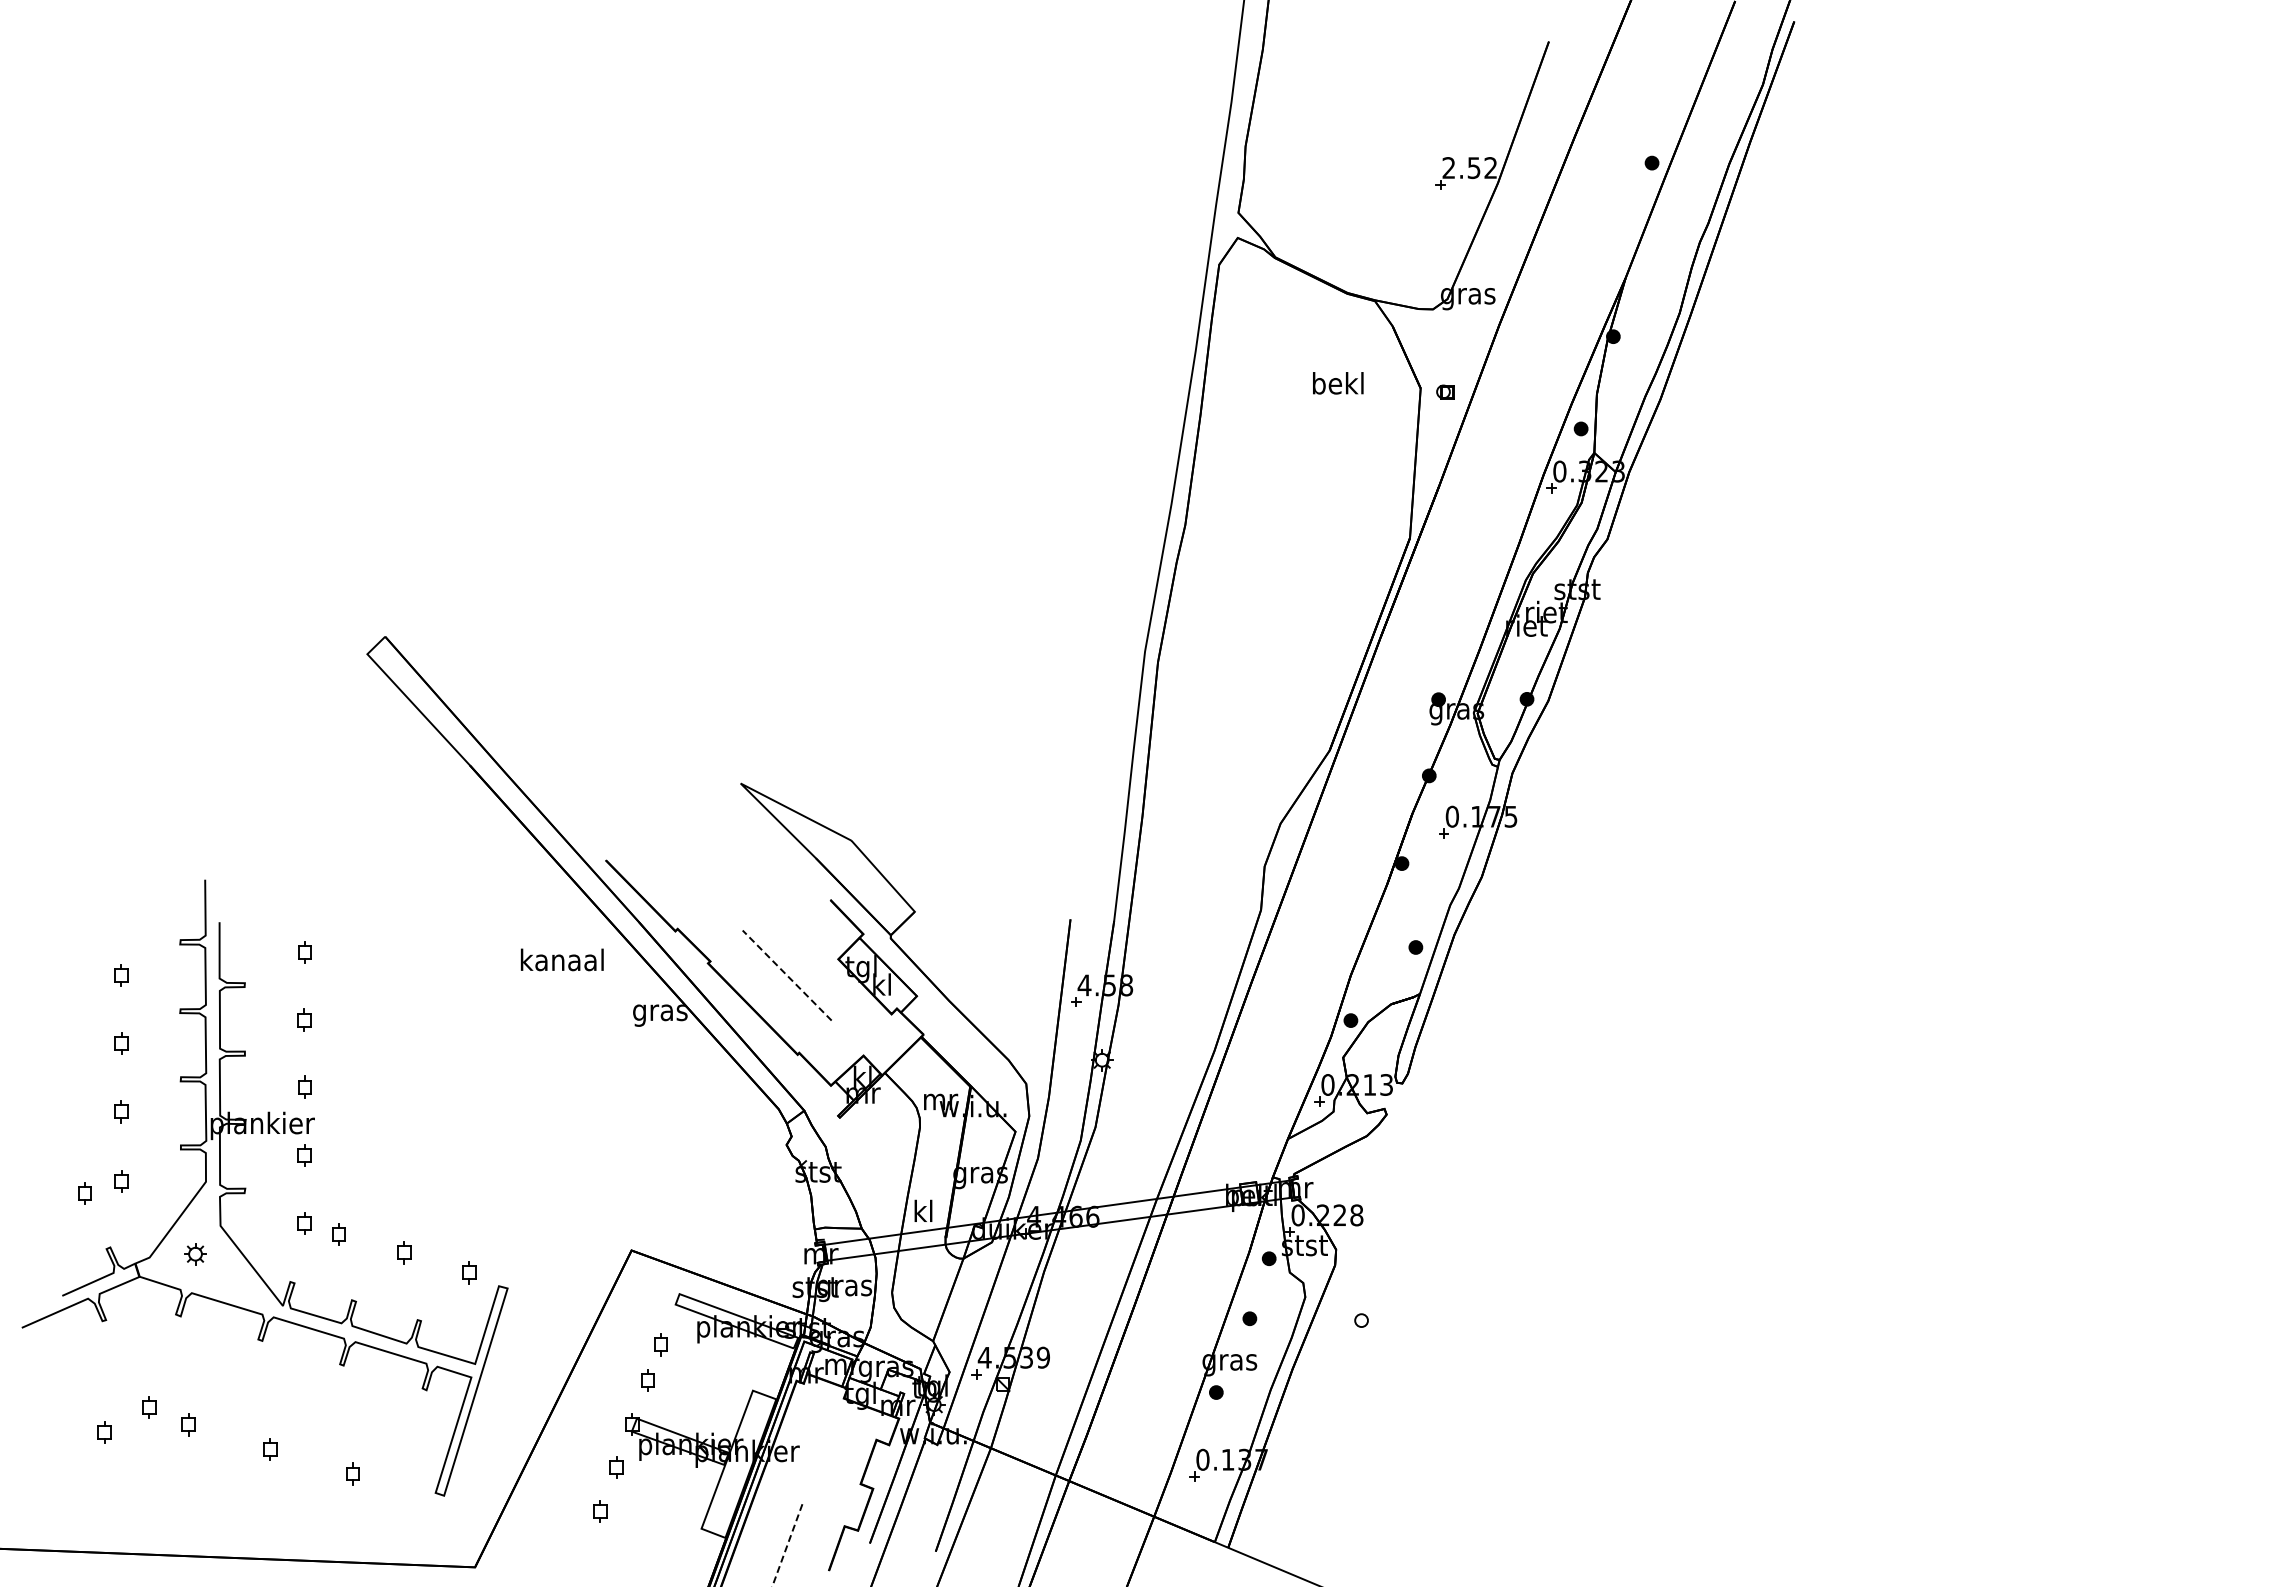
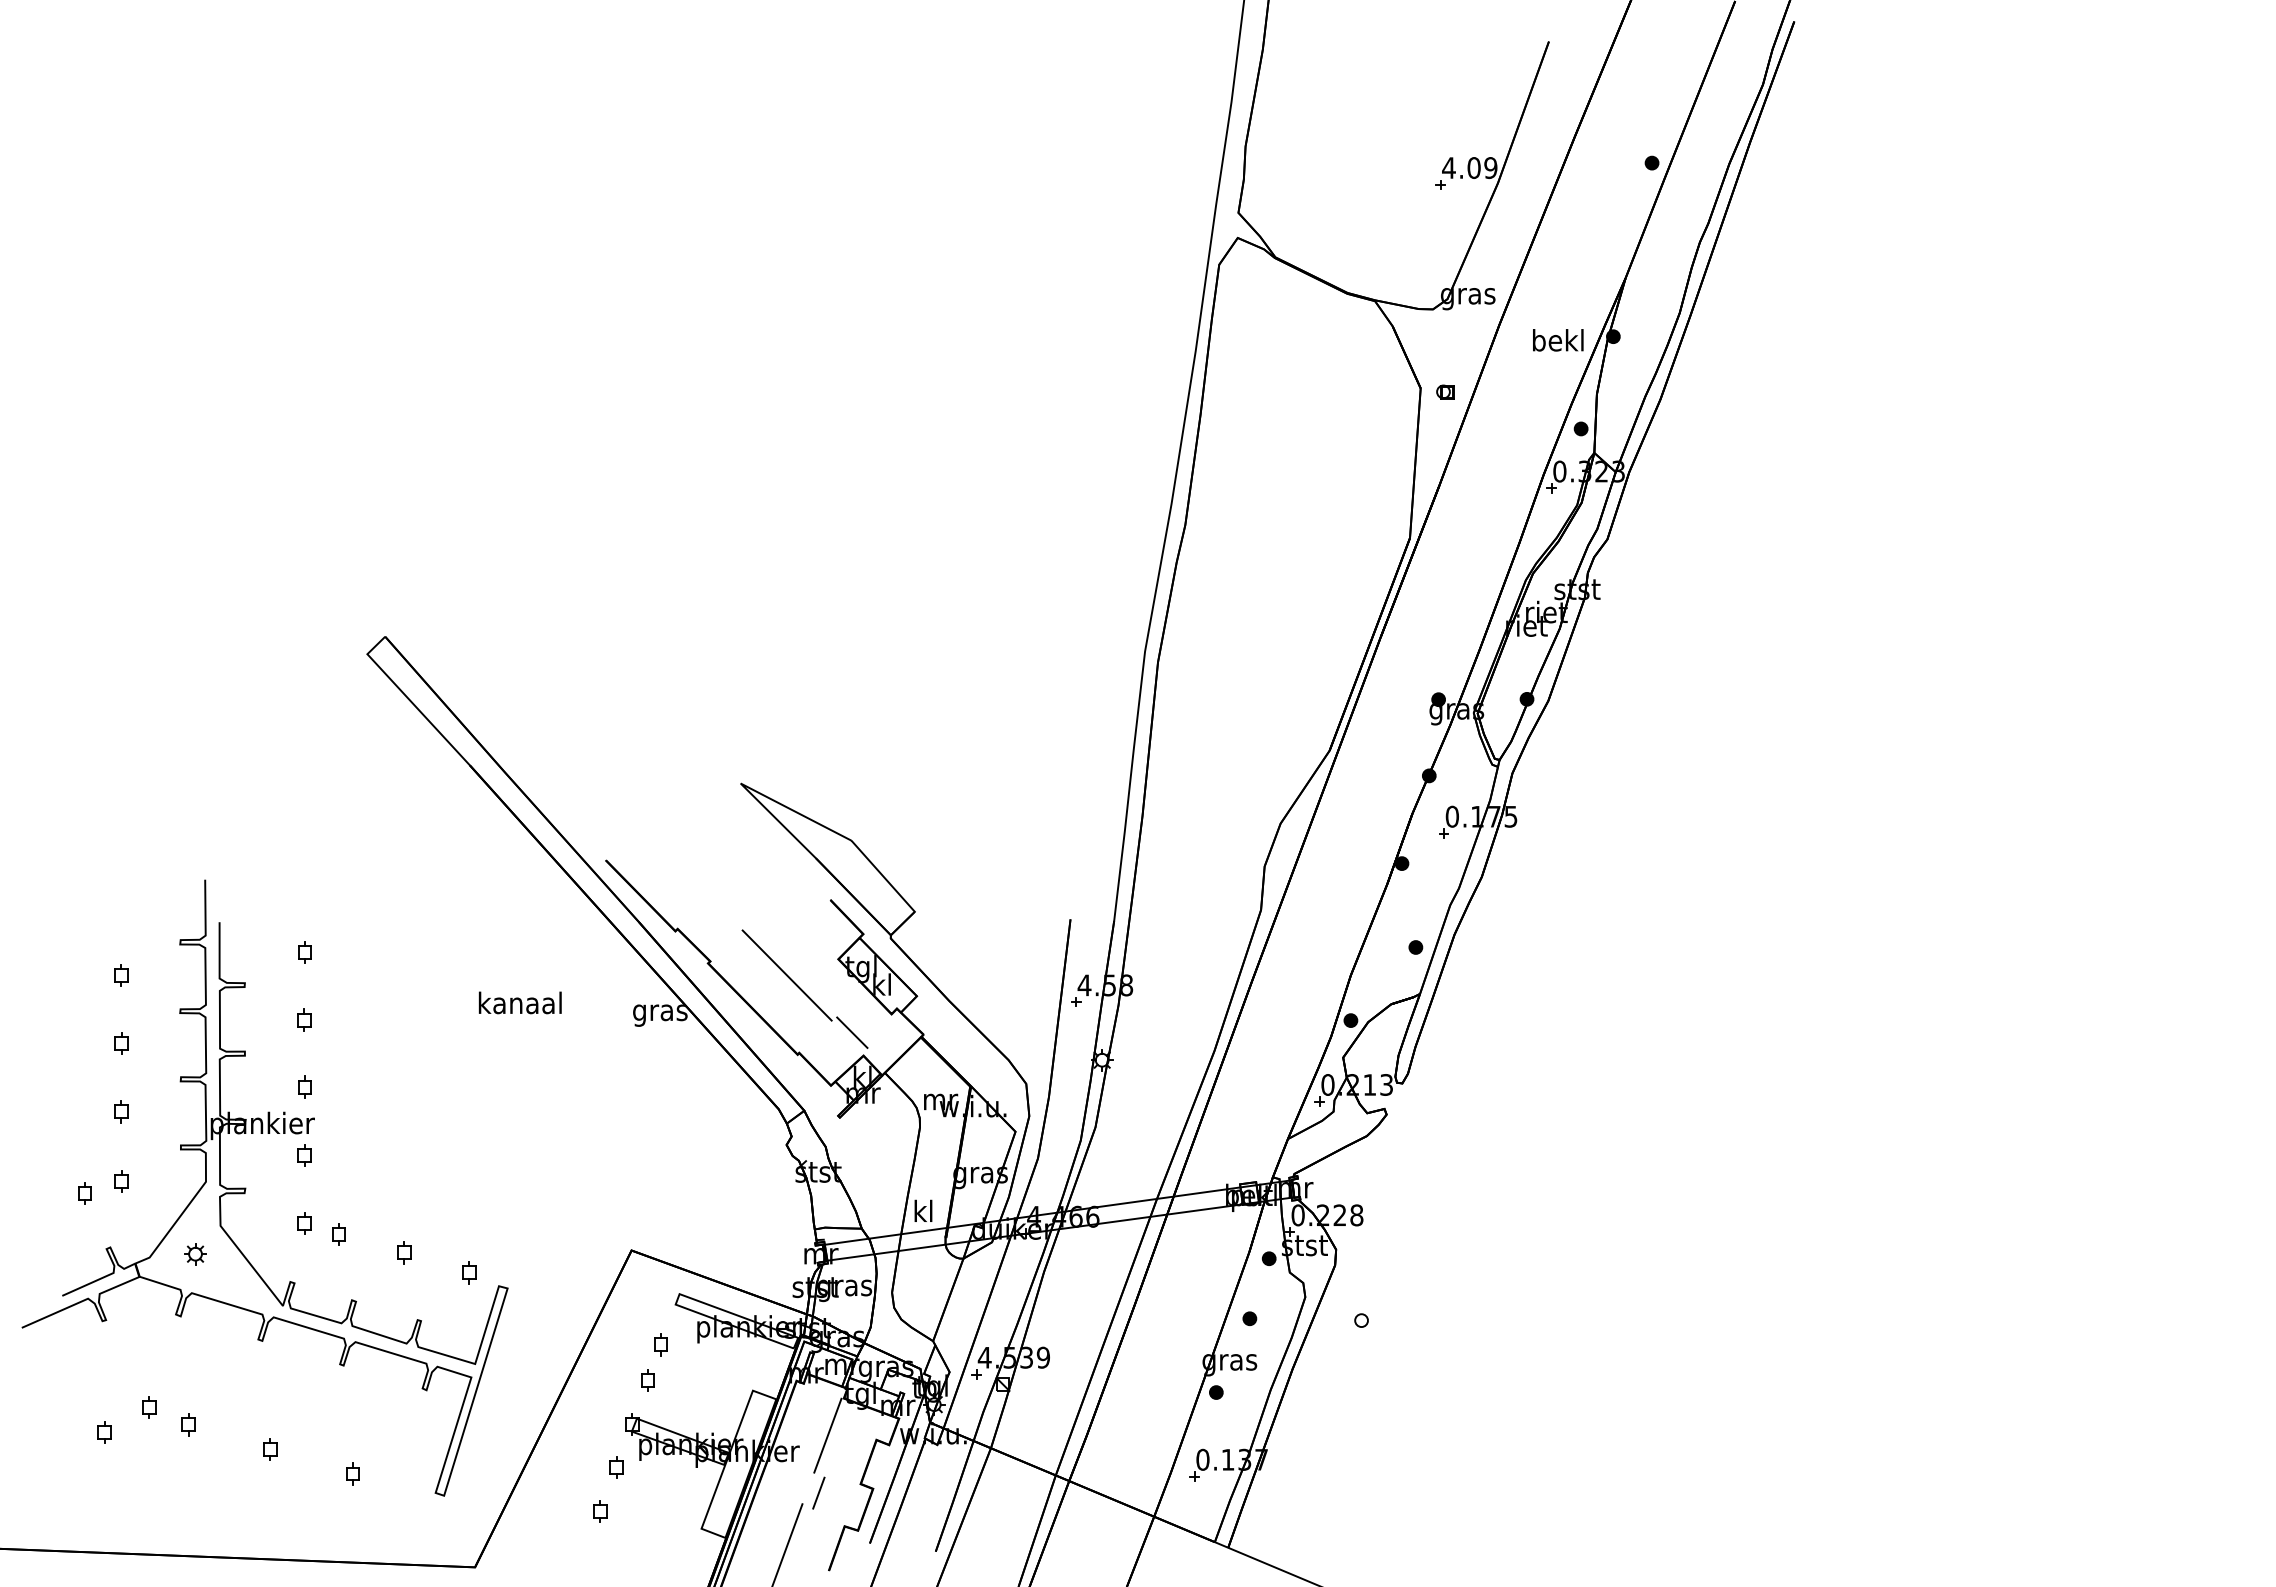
text at (1469, 168): 2.52 -> 4.09
text at (1338, 383) position: (1338, 383) -> (1558, 340)
text at (561, 959) position: (561, 959) -> (519, 1002)
line at (786, 975): dashed -> solid
line at (852, 1032): none -> present
line at (827, 1435): none -> present
line at (818, 1492): none -> present
line at (787, 1545): dashed -> solid
